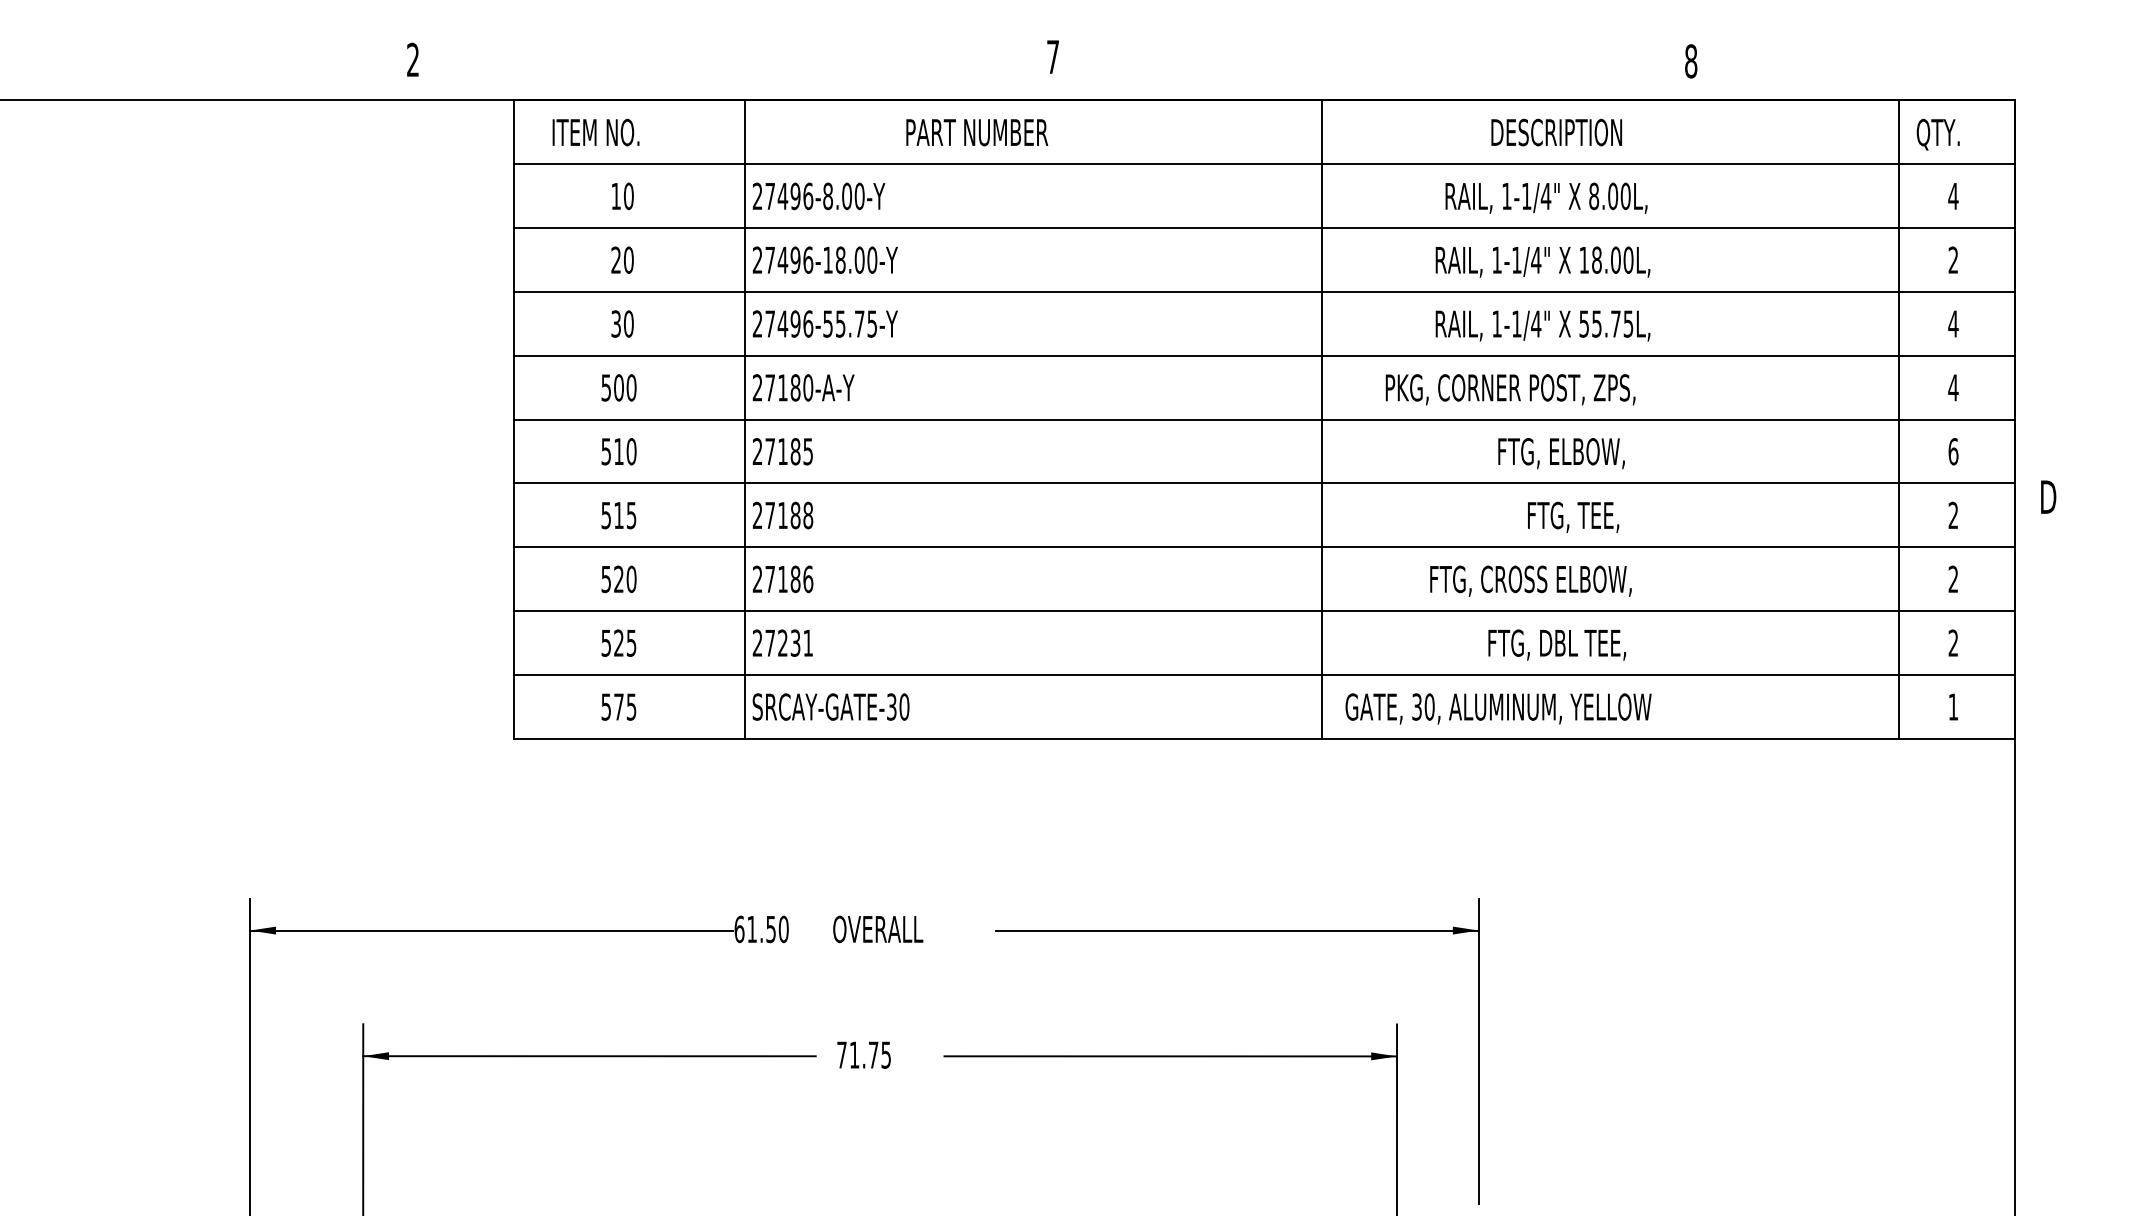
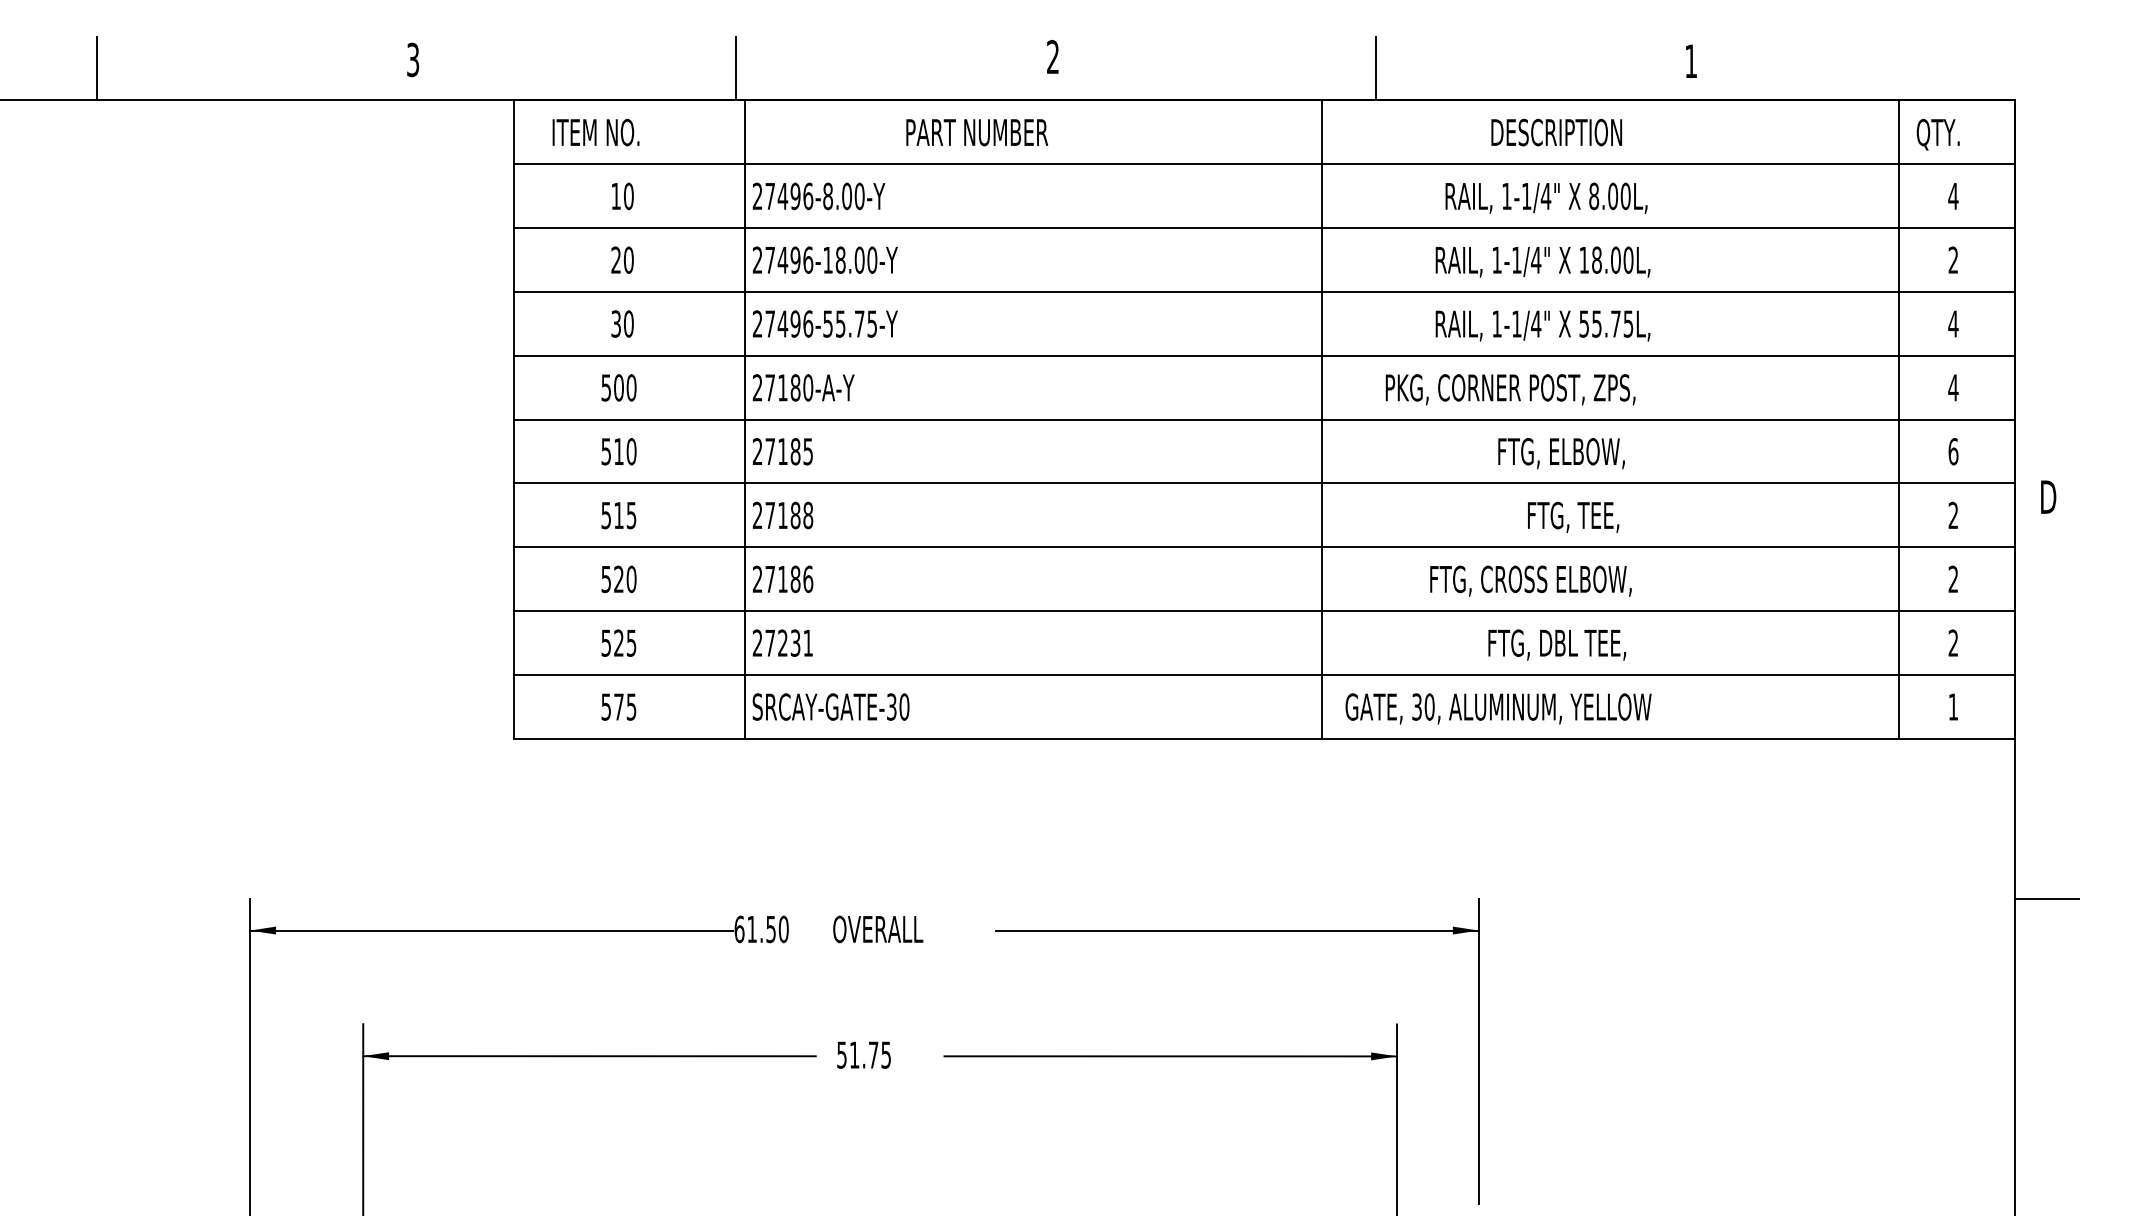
text at (1052, 56): 7 -> 2
text at (413, 60): 2 -> 3
text at (1691, 61): 8 -> 1
line at (97, 68): none -> present
line at (736, 68): none -> present
line at (1375, 68): none -> present
line at (2046, 899): none -> present
text at (841, 1054): 71.75 -> 51.75
